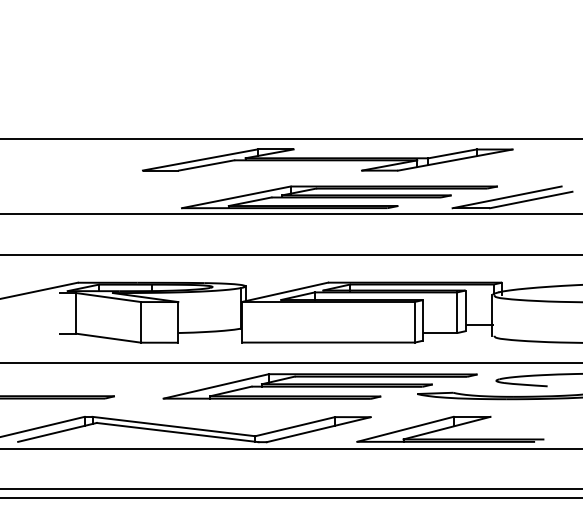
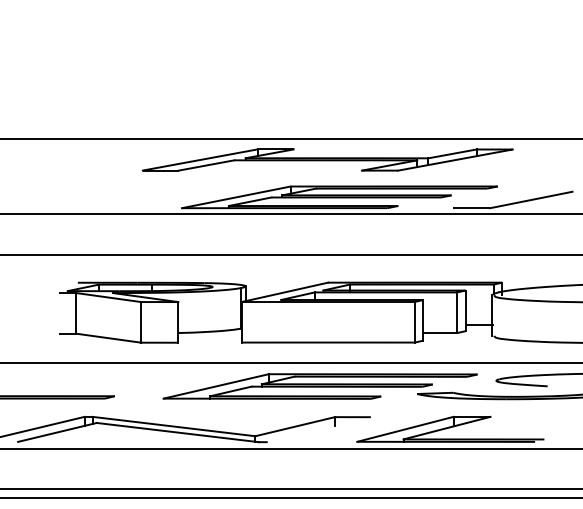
line at (506, 197): present -> none
line at (39, 290): present -> none
line at (318, 429): present -> none
